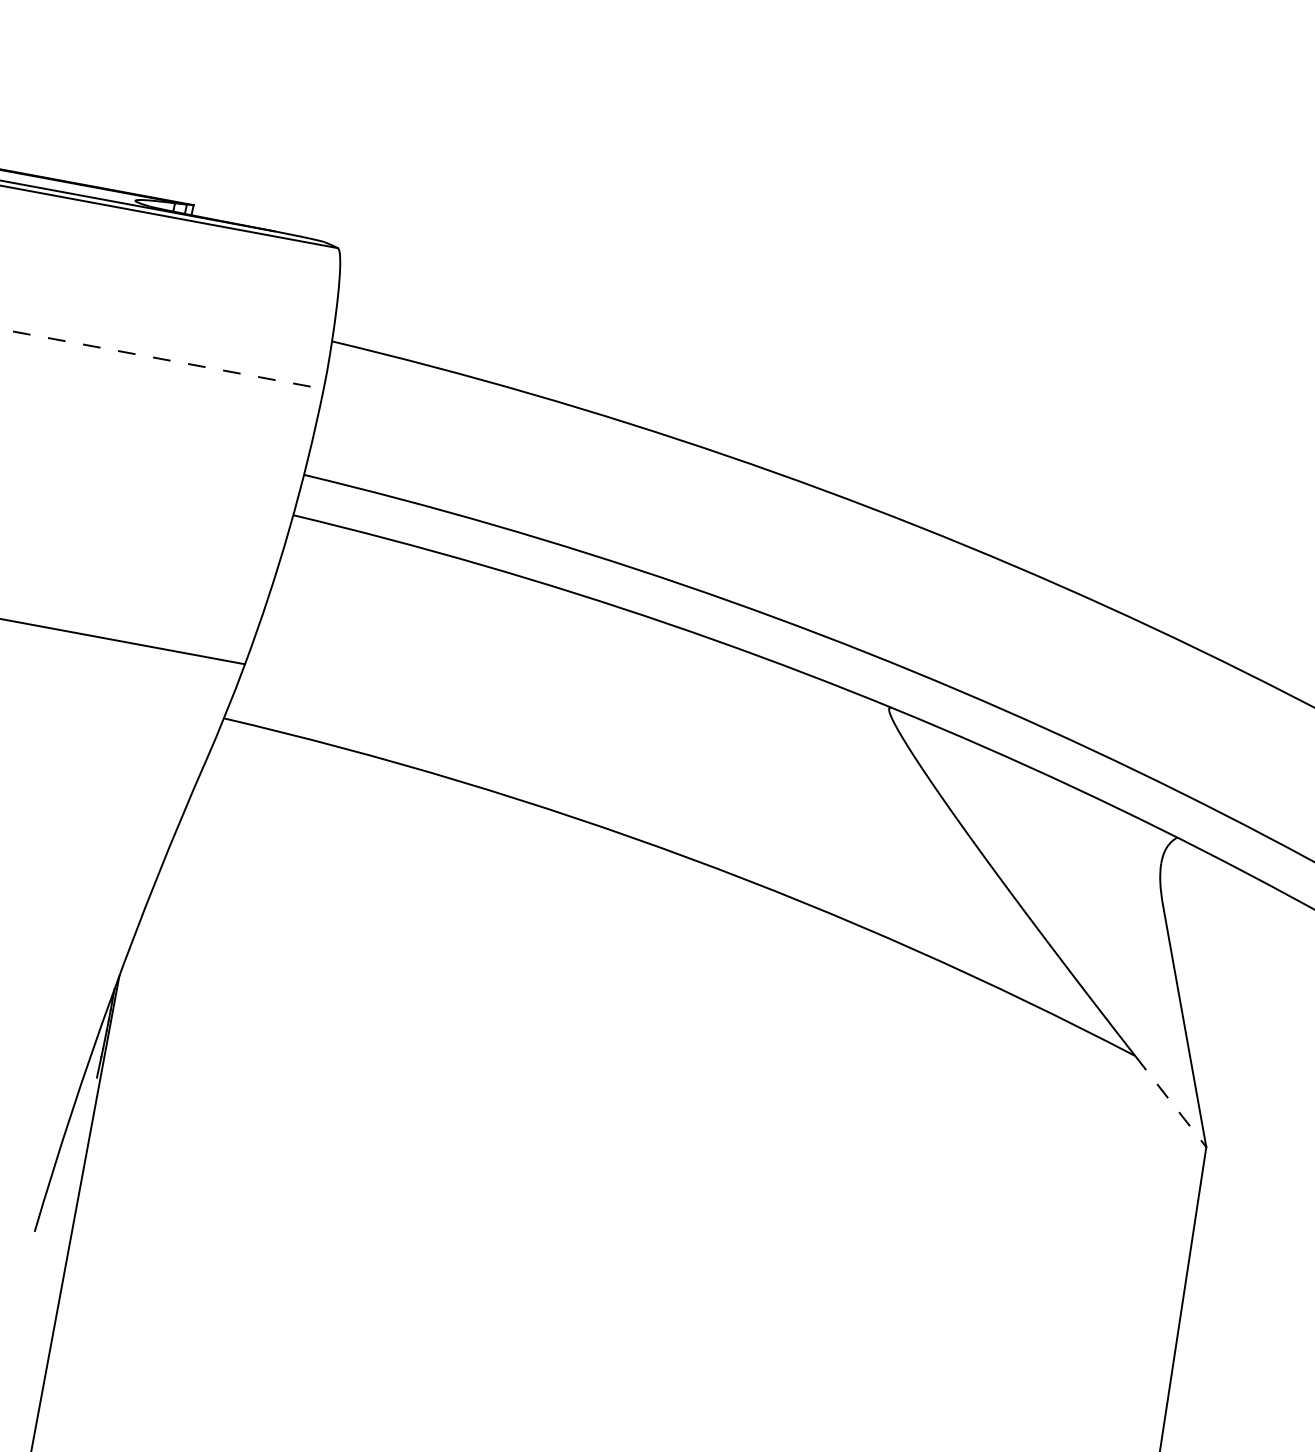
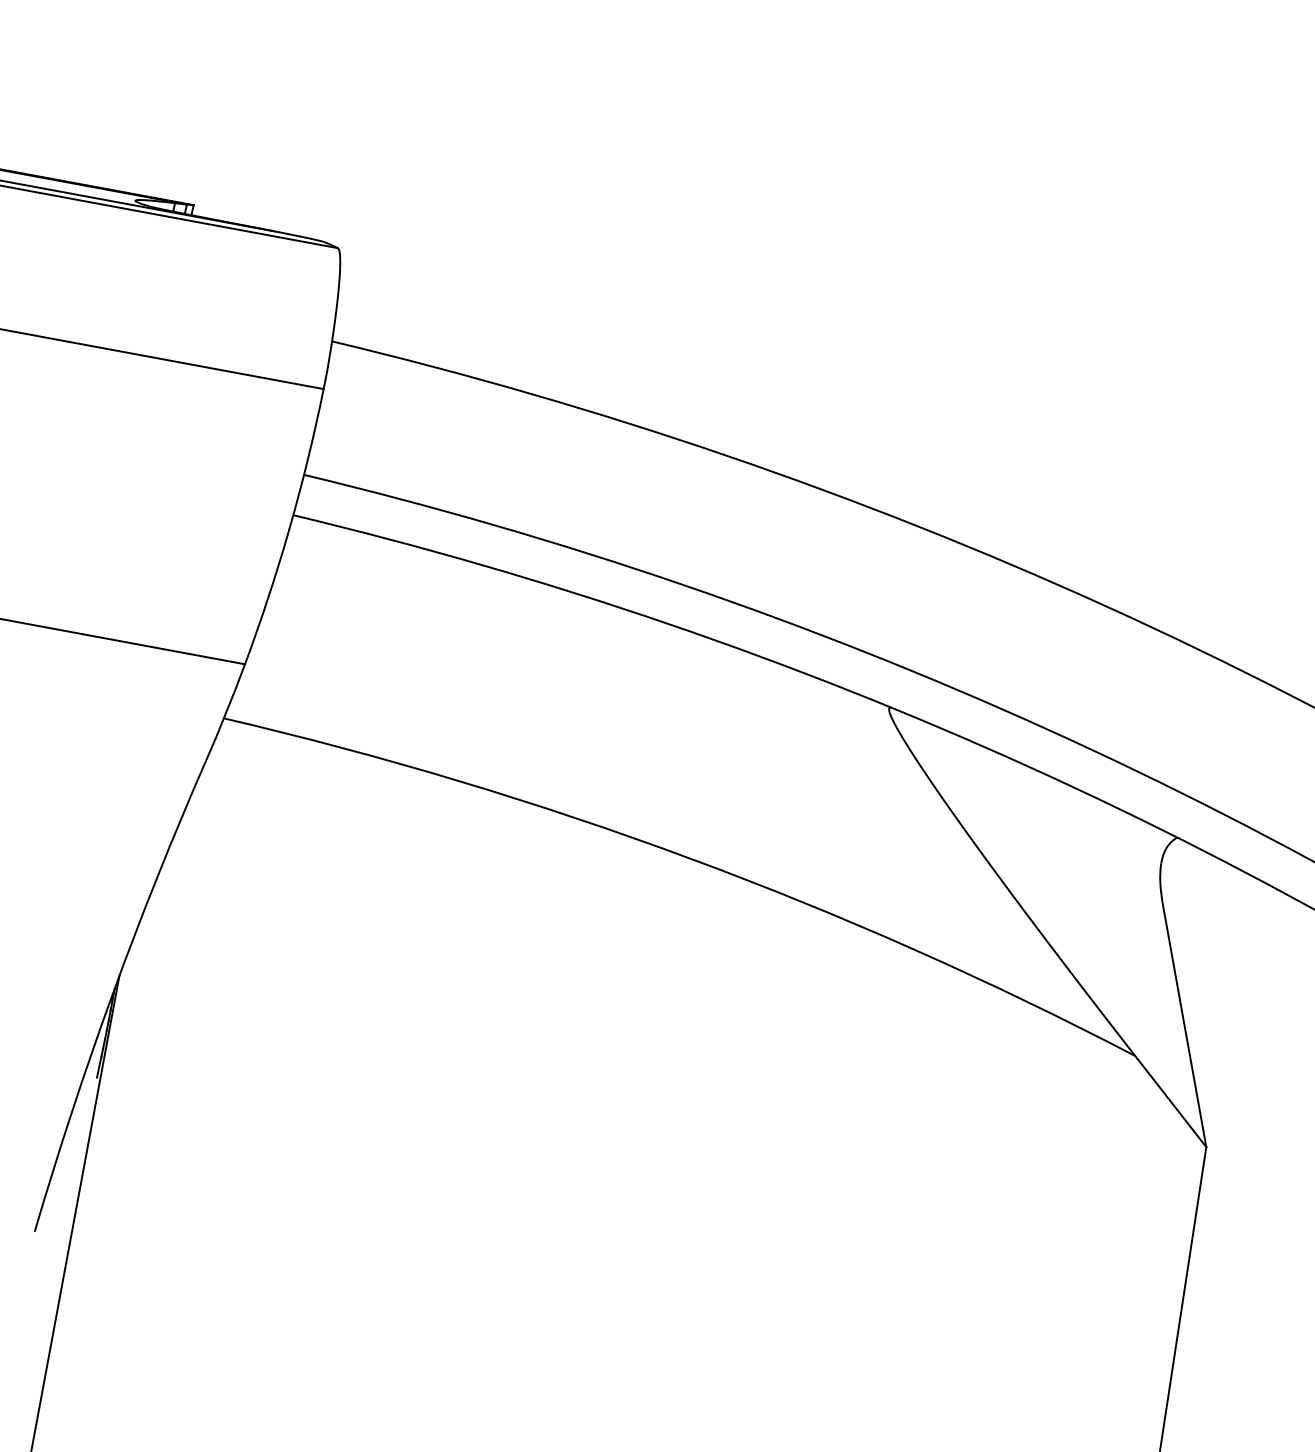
line at (162, 359): dashed -> solid
line at (1170, 1101): dashed -> solid
